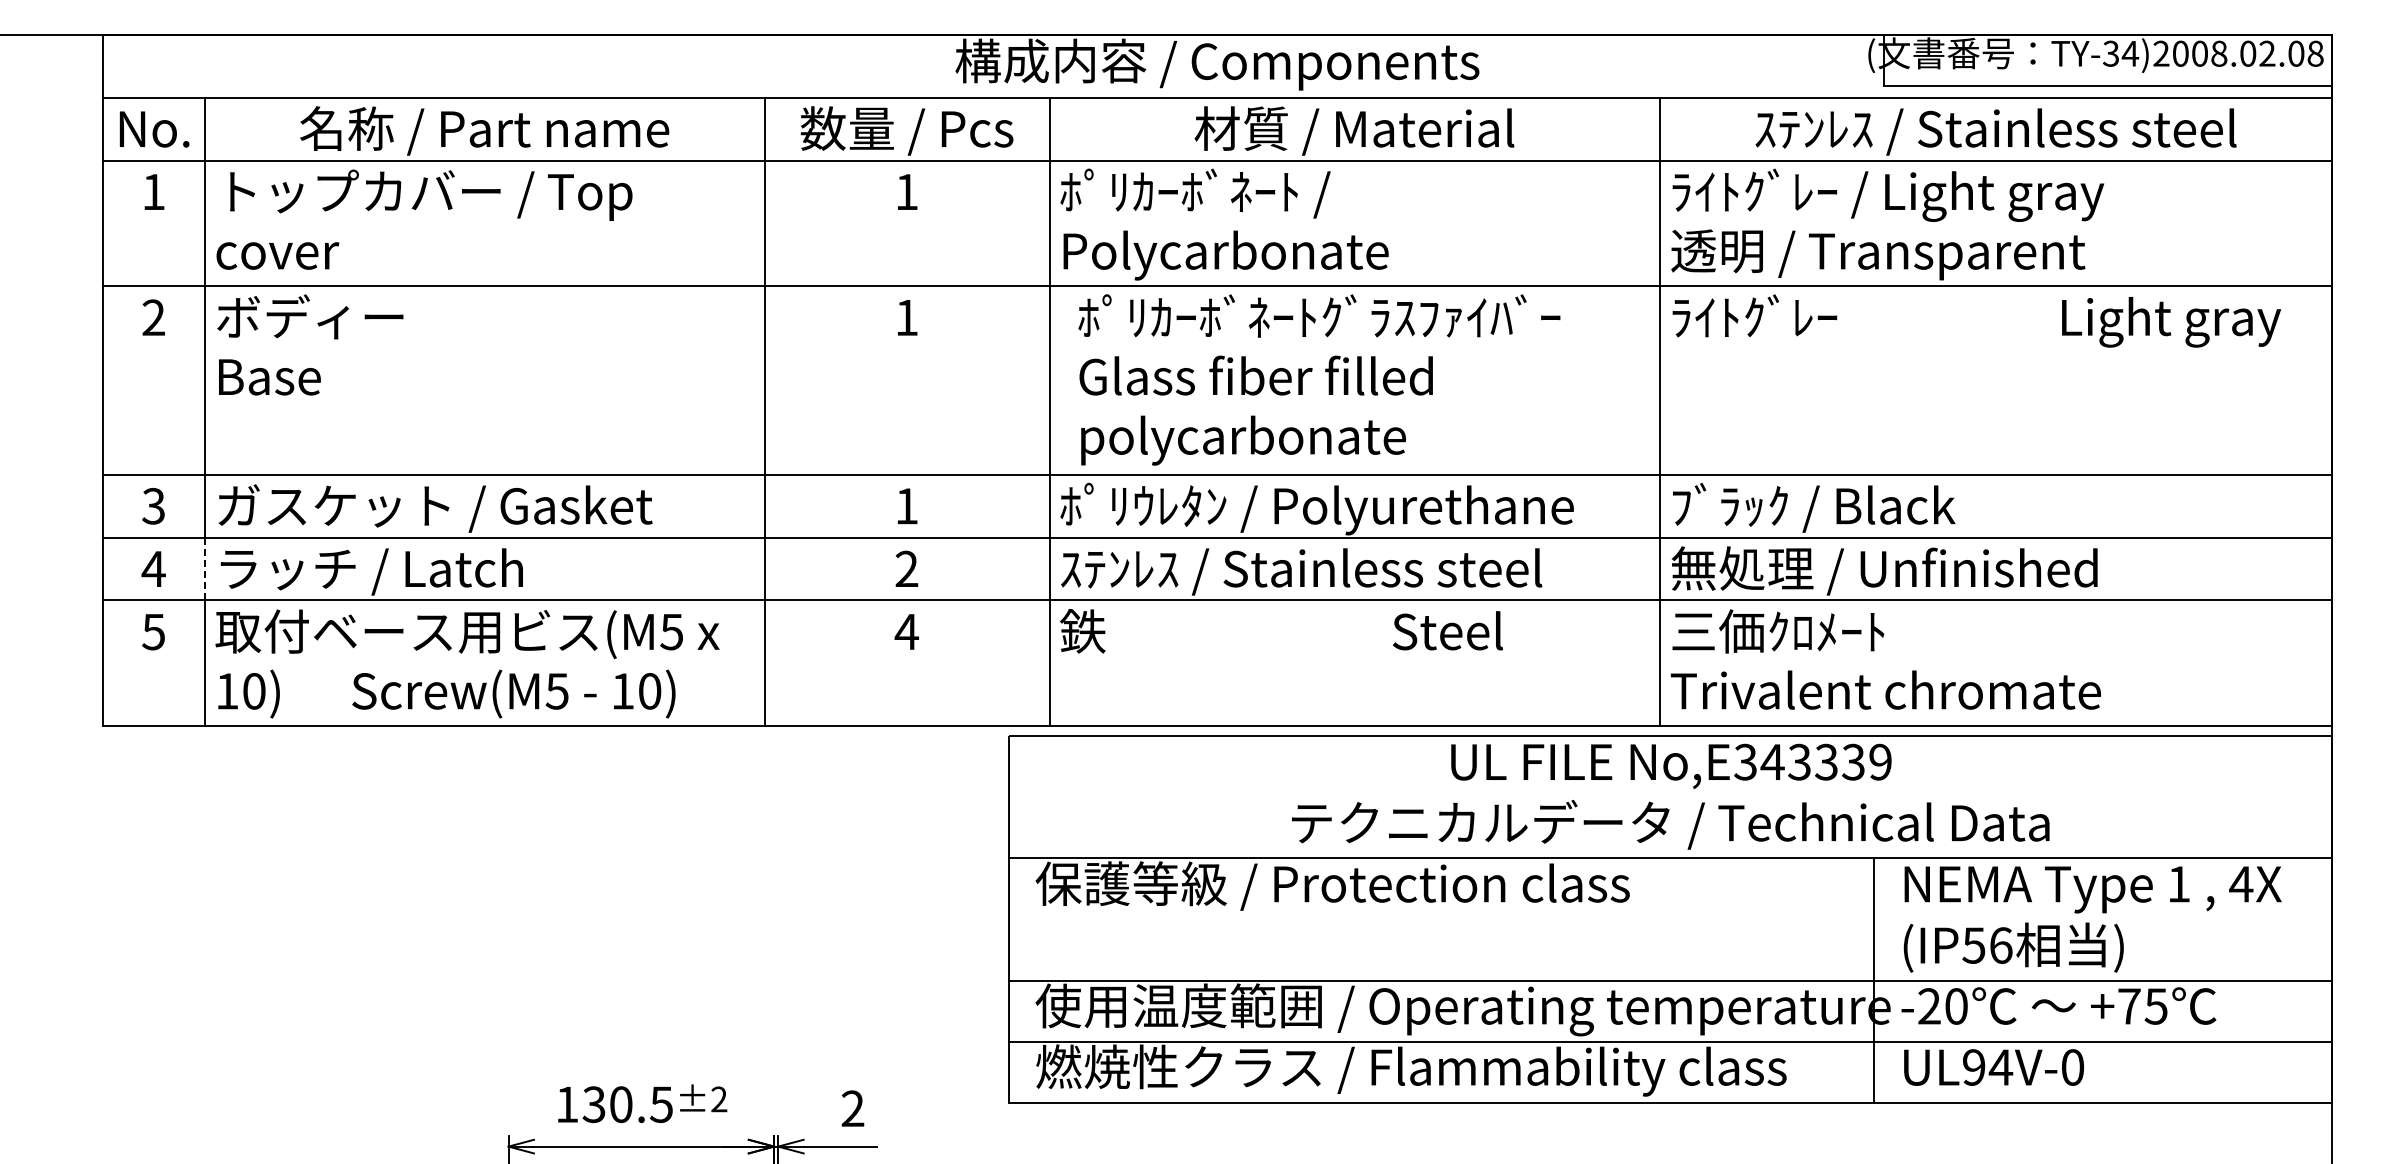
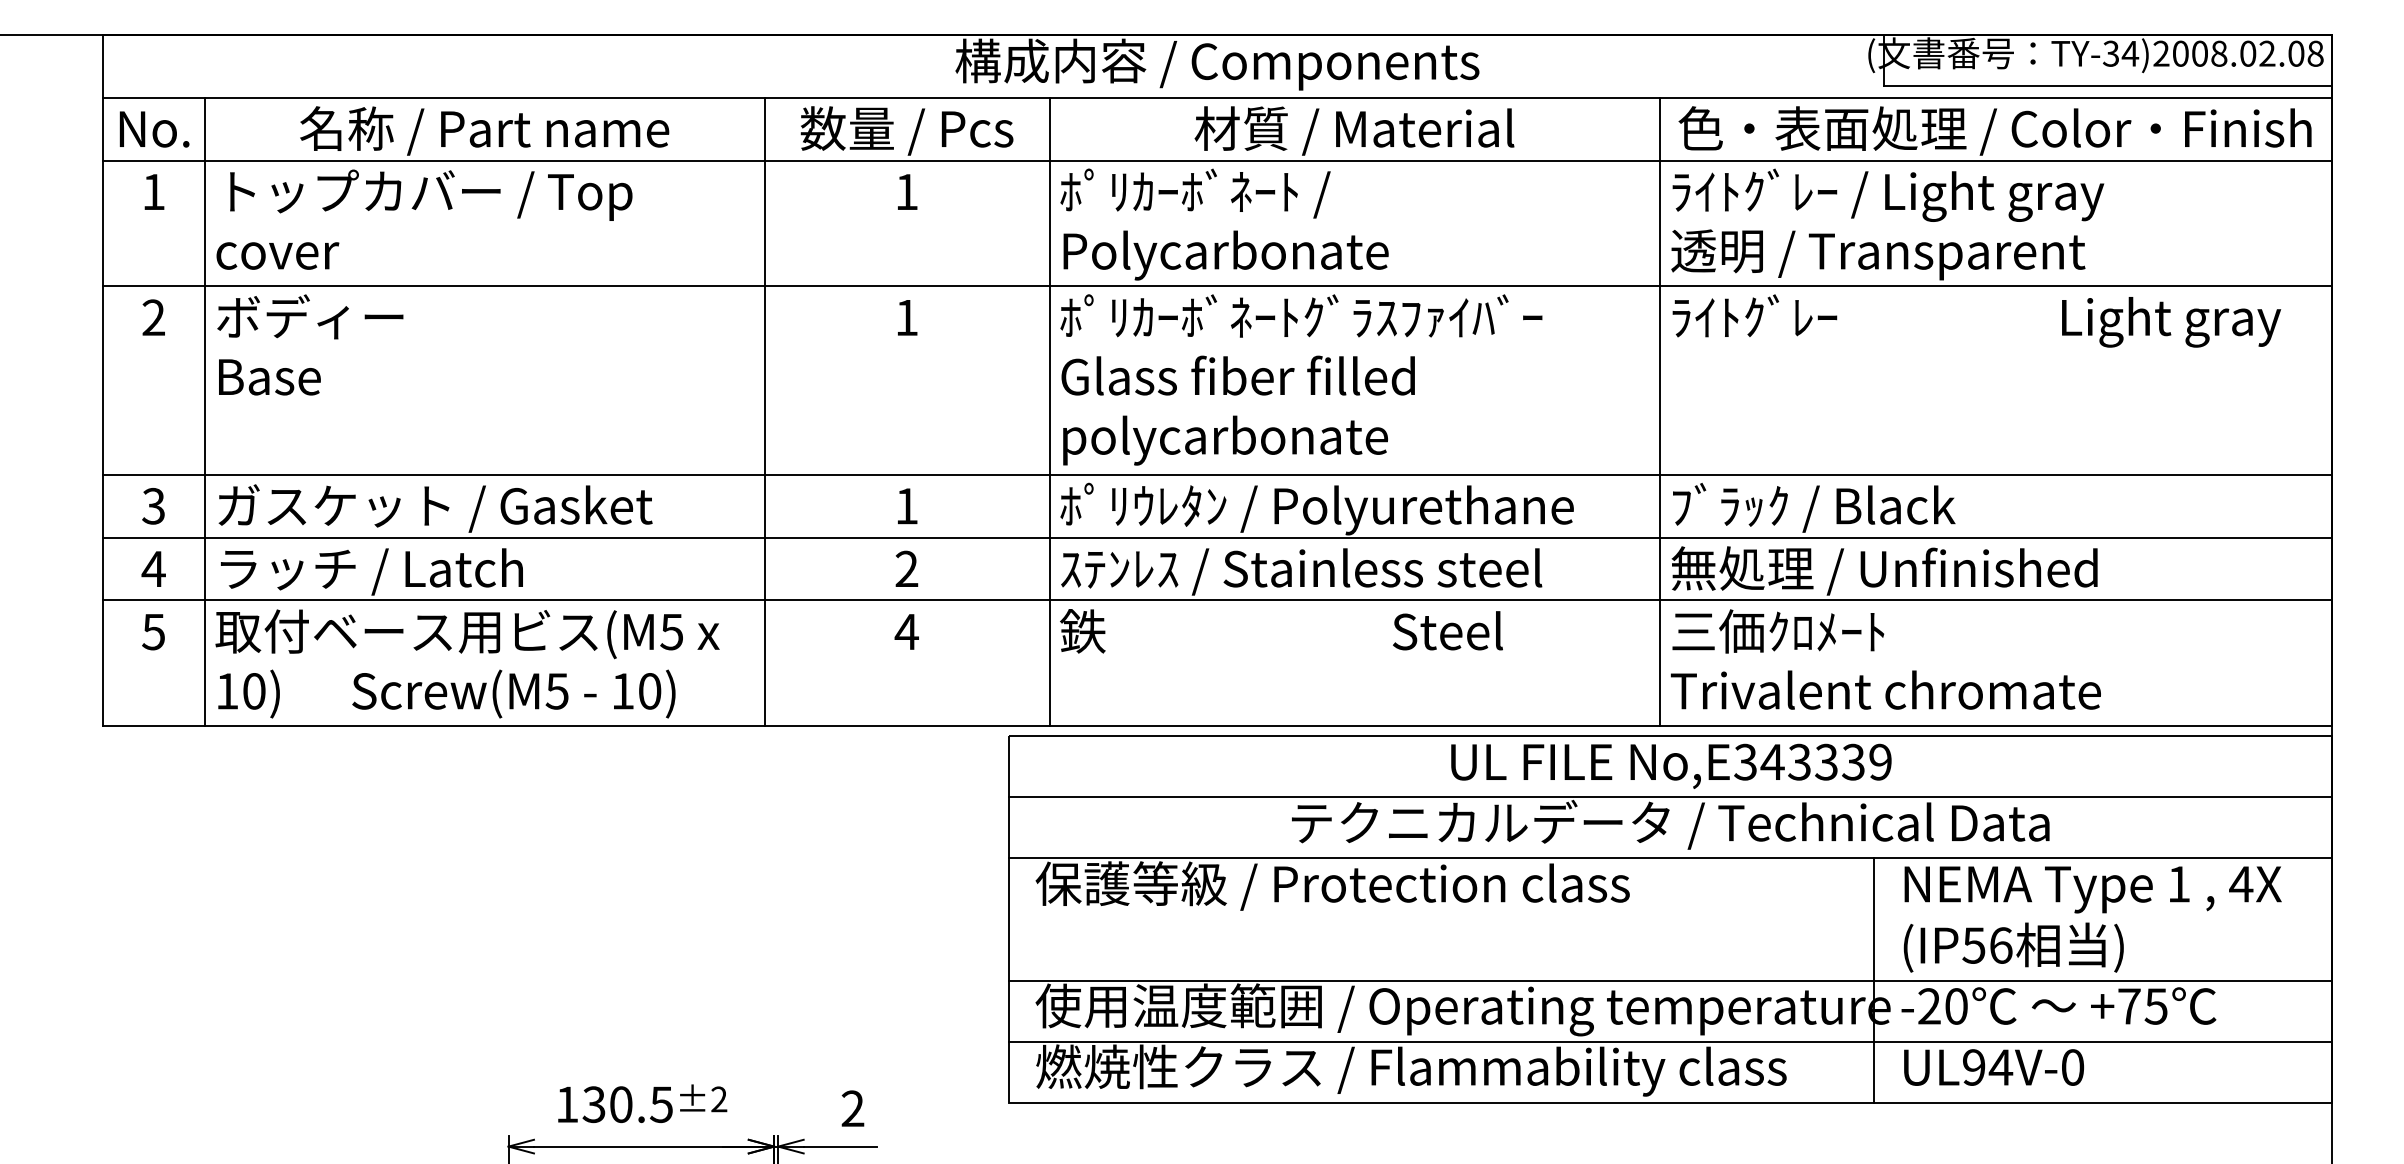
text at (1994, 130): ｽﾃﾝﾚｽ / Stainless steel -> 色・表面処理 / Color・Finish
text at (1319, 379) position: (1319, 379) -> (1301, 379)
line at (204, 569): dashed -> solid
line at (1669, 797): none -> present
